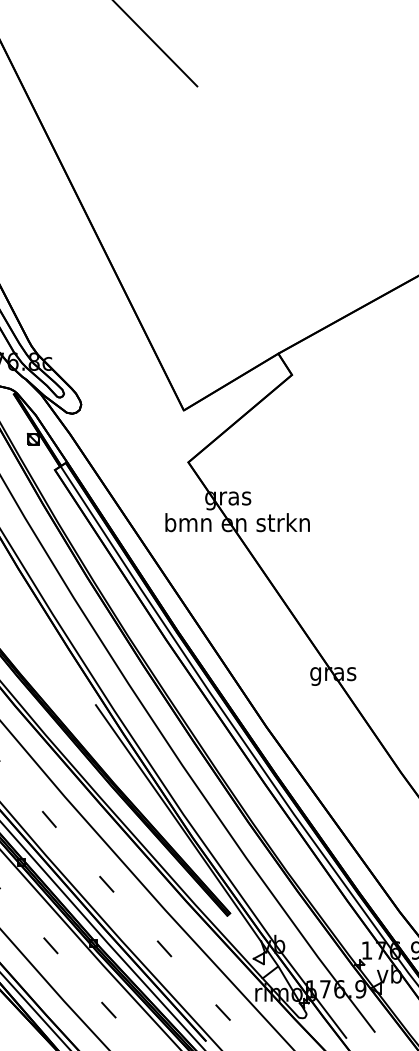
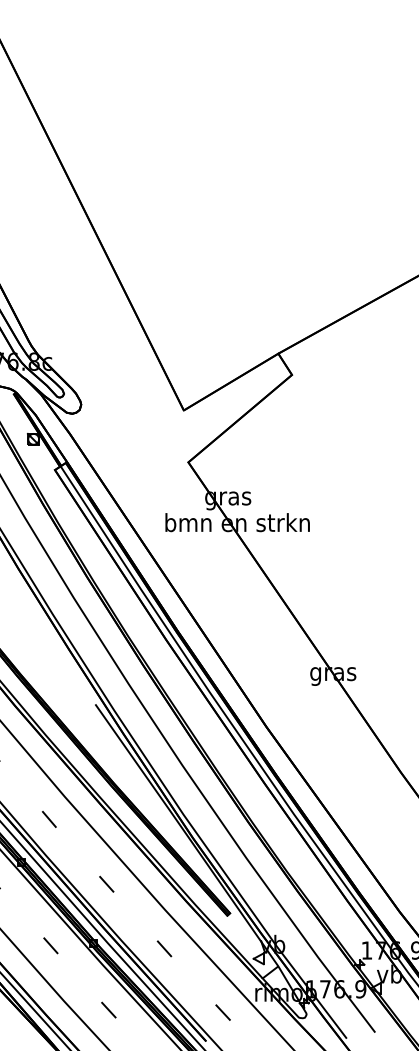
line at (156, 44): present -> none
